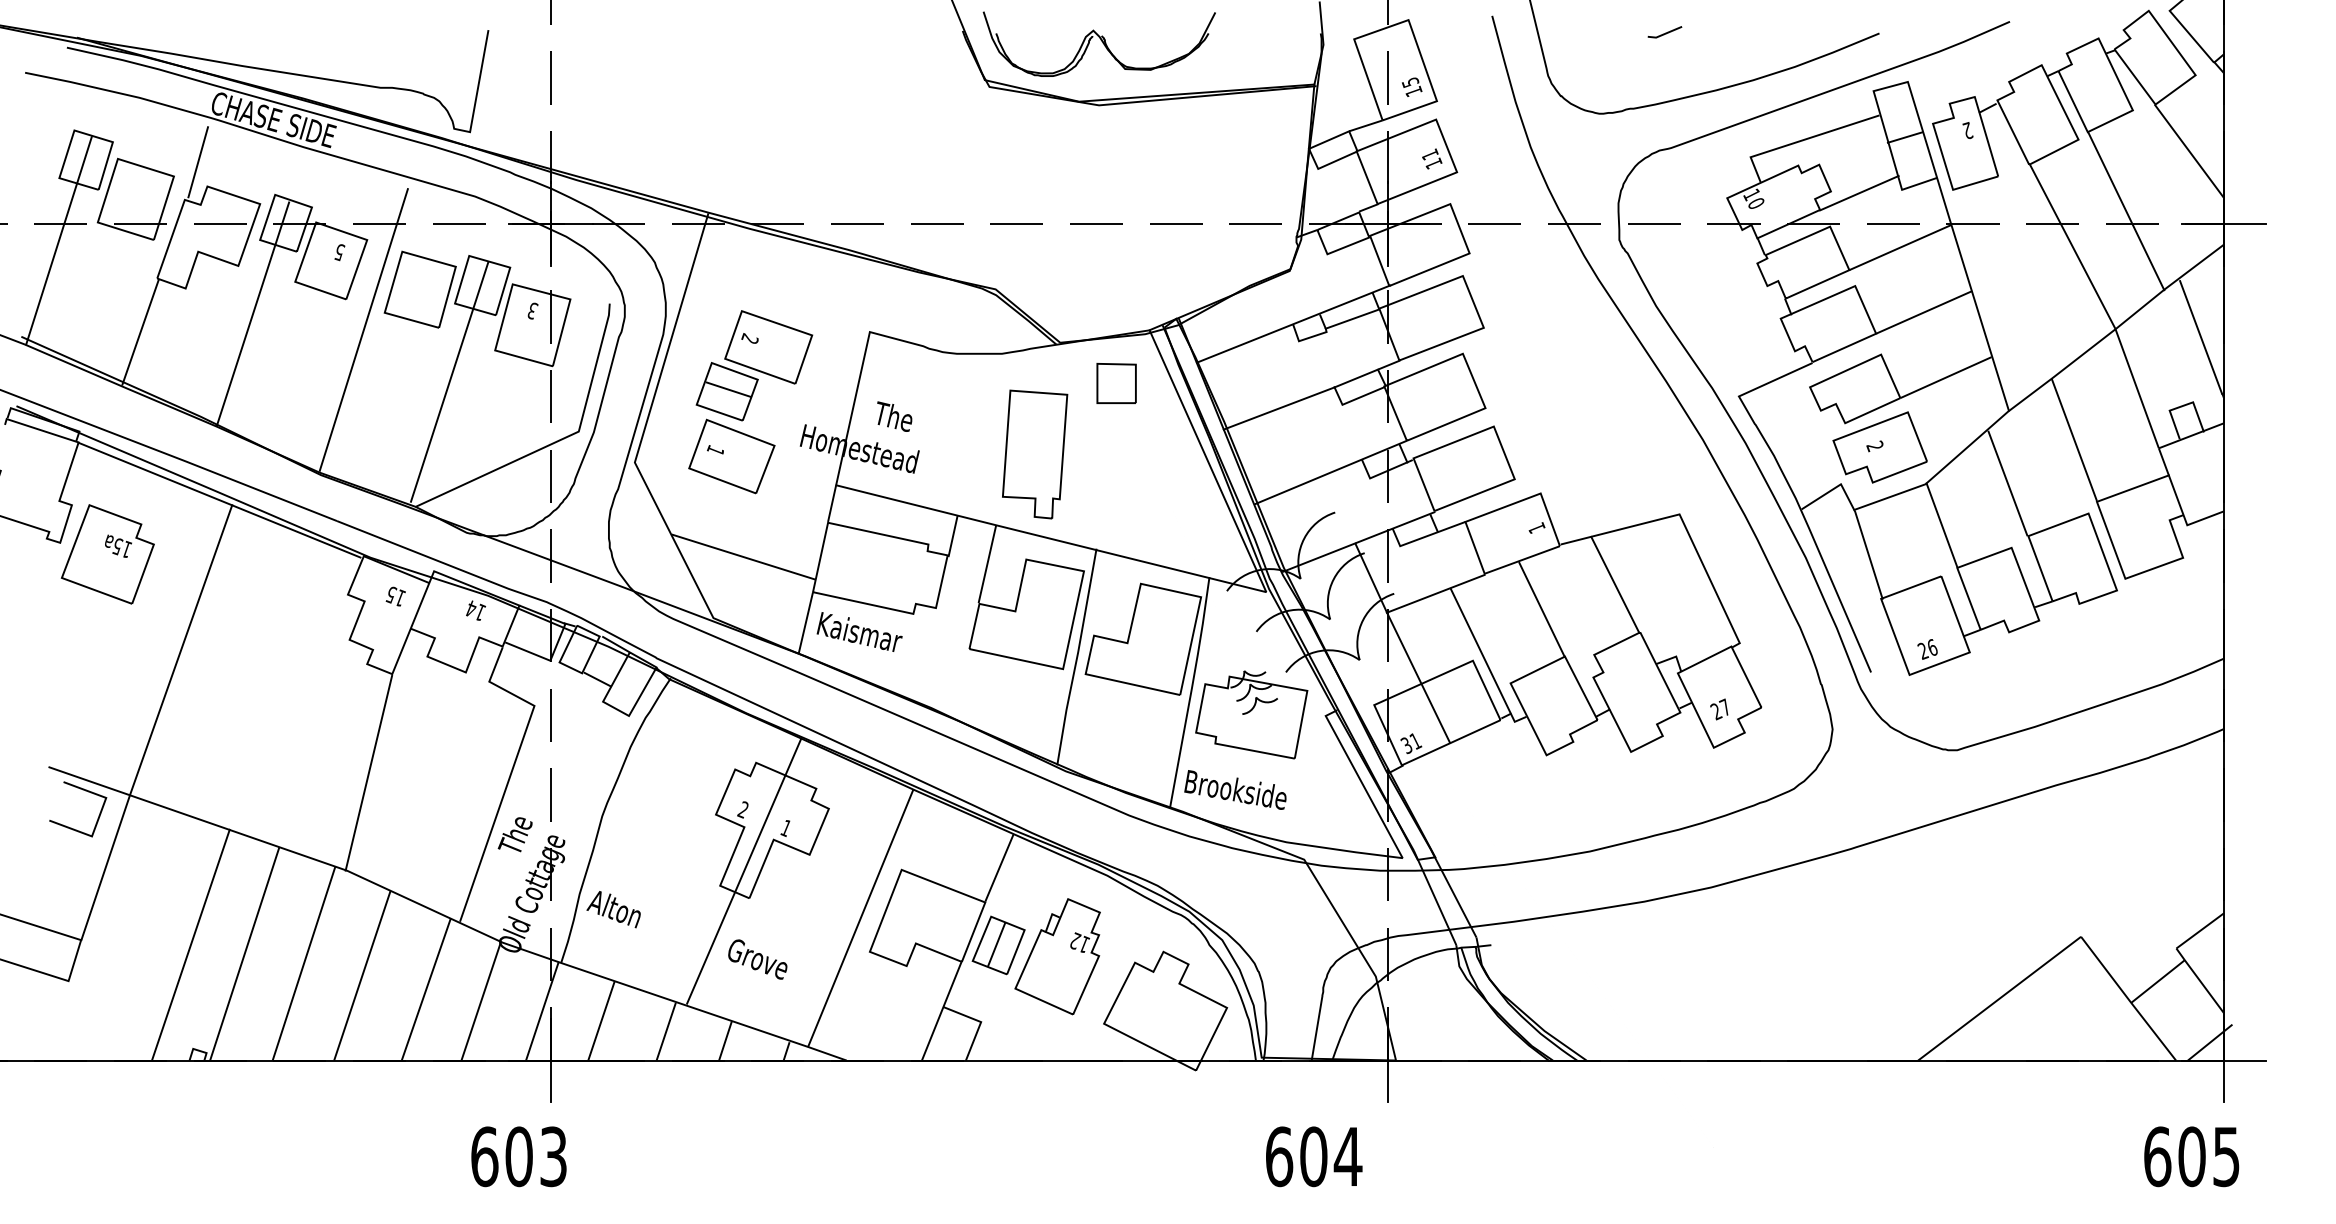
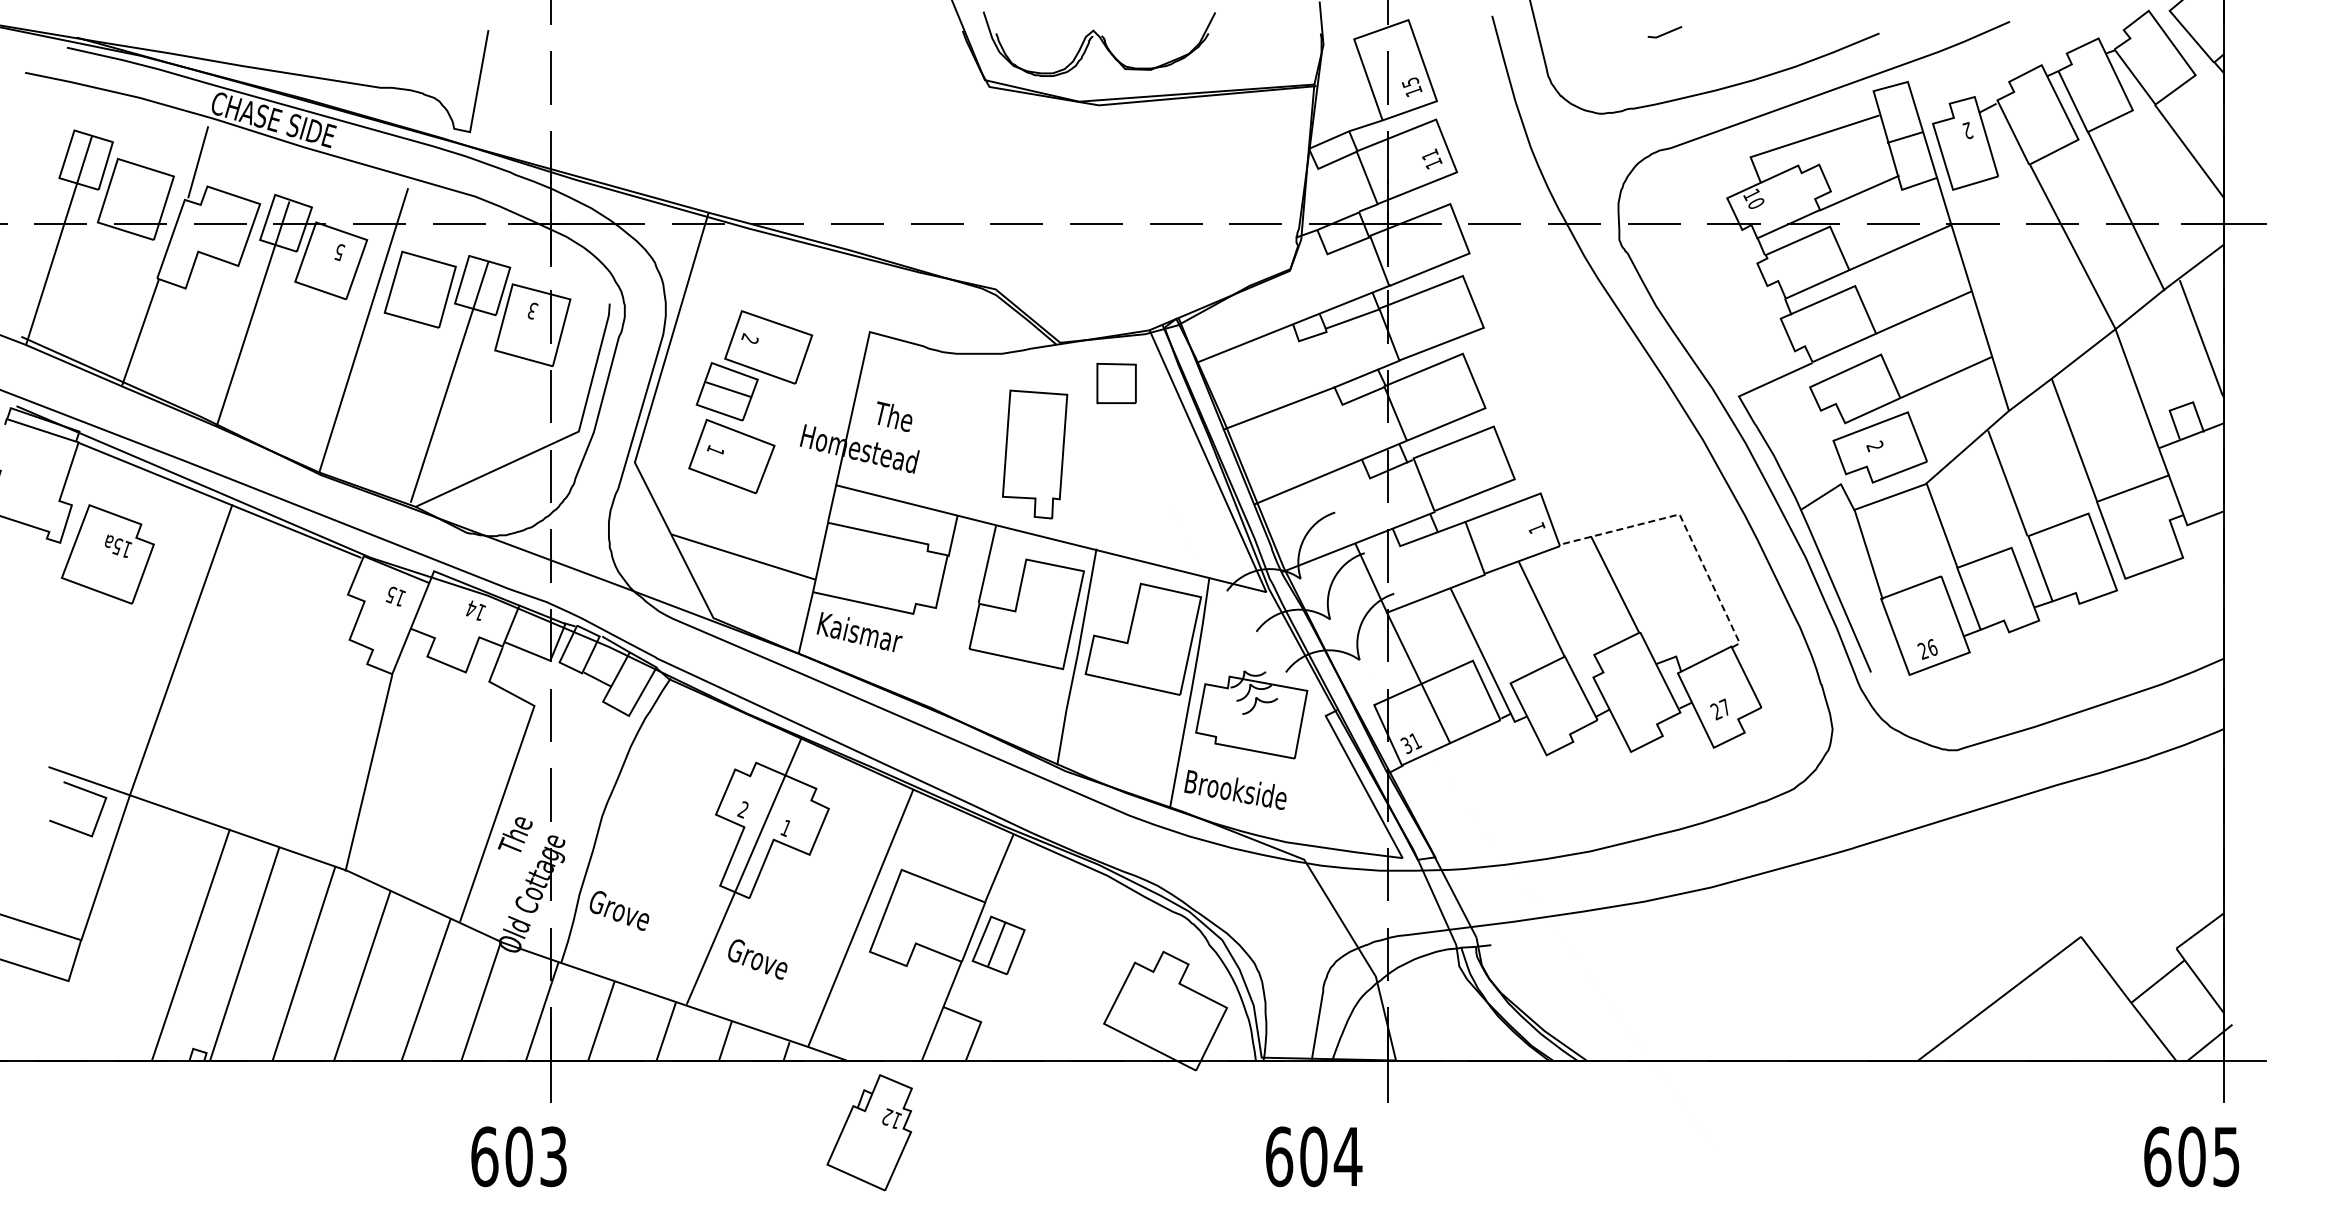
line at (1685, 527): solid -> dashed
text at (617, 910): Alton -> Grove
part at (1057, 956) position: (1057, 956) -> (869, 1132)
